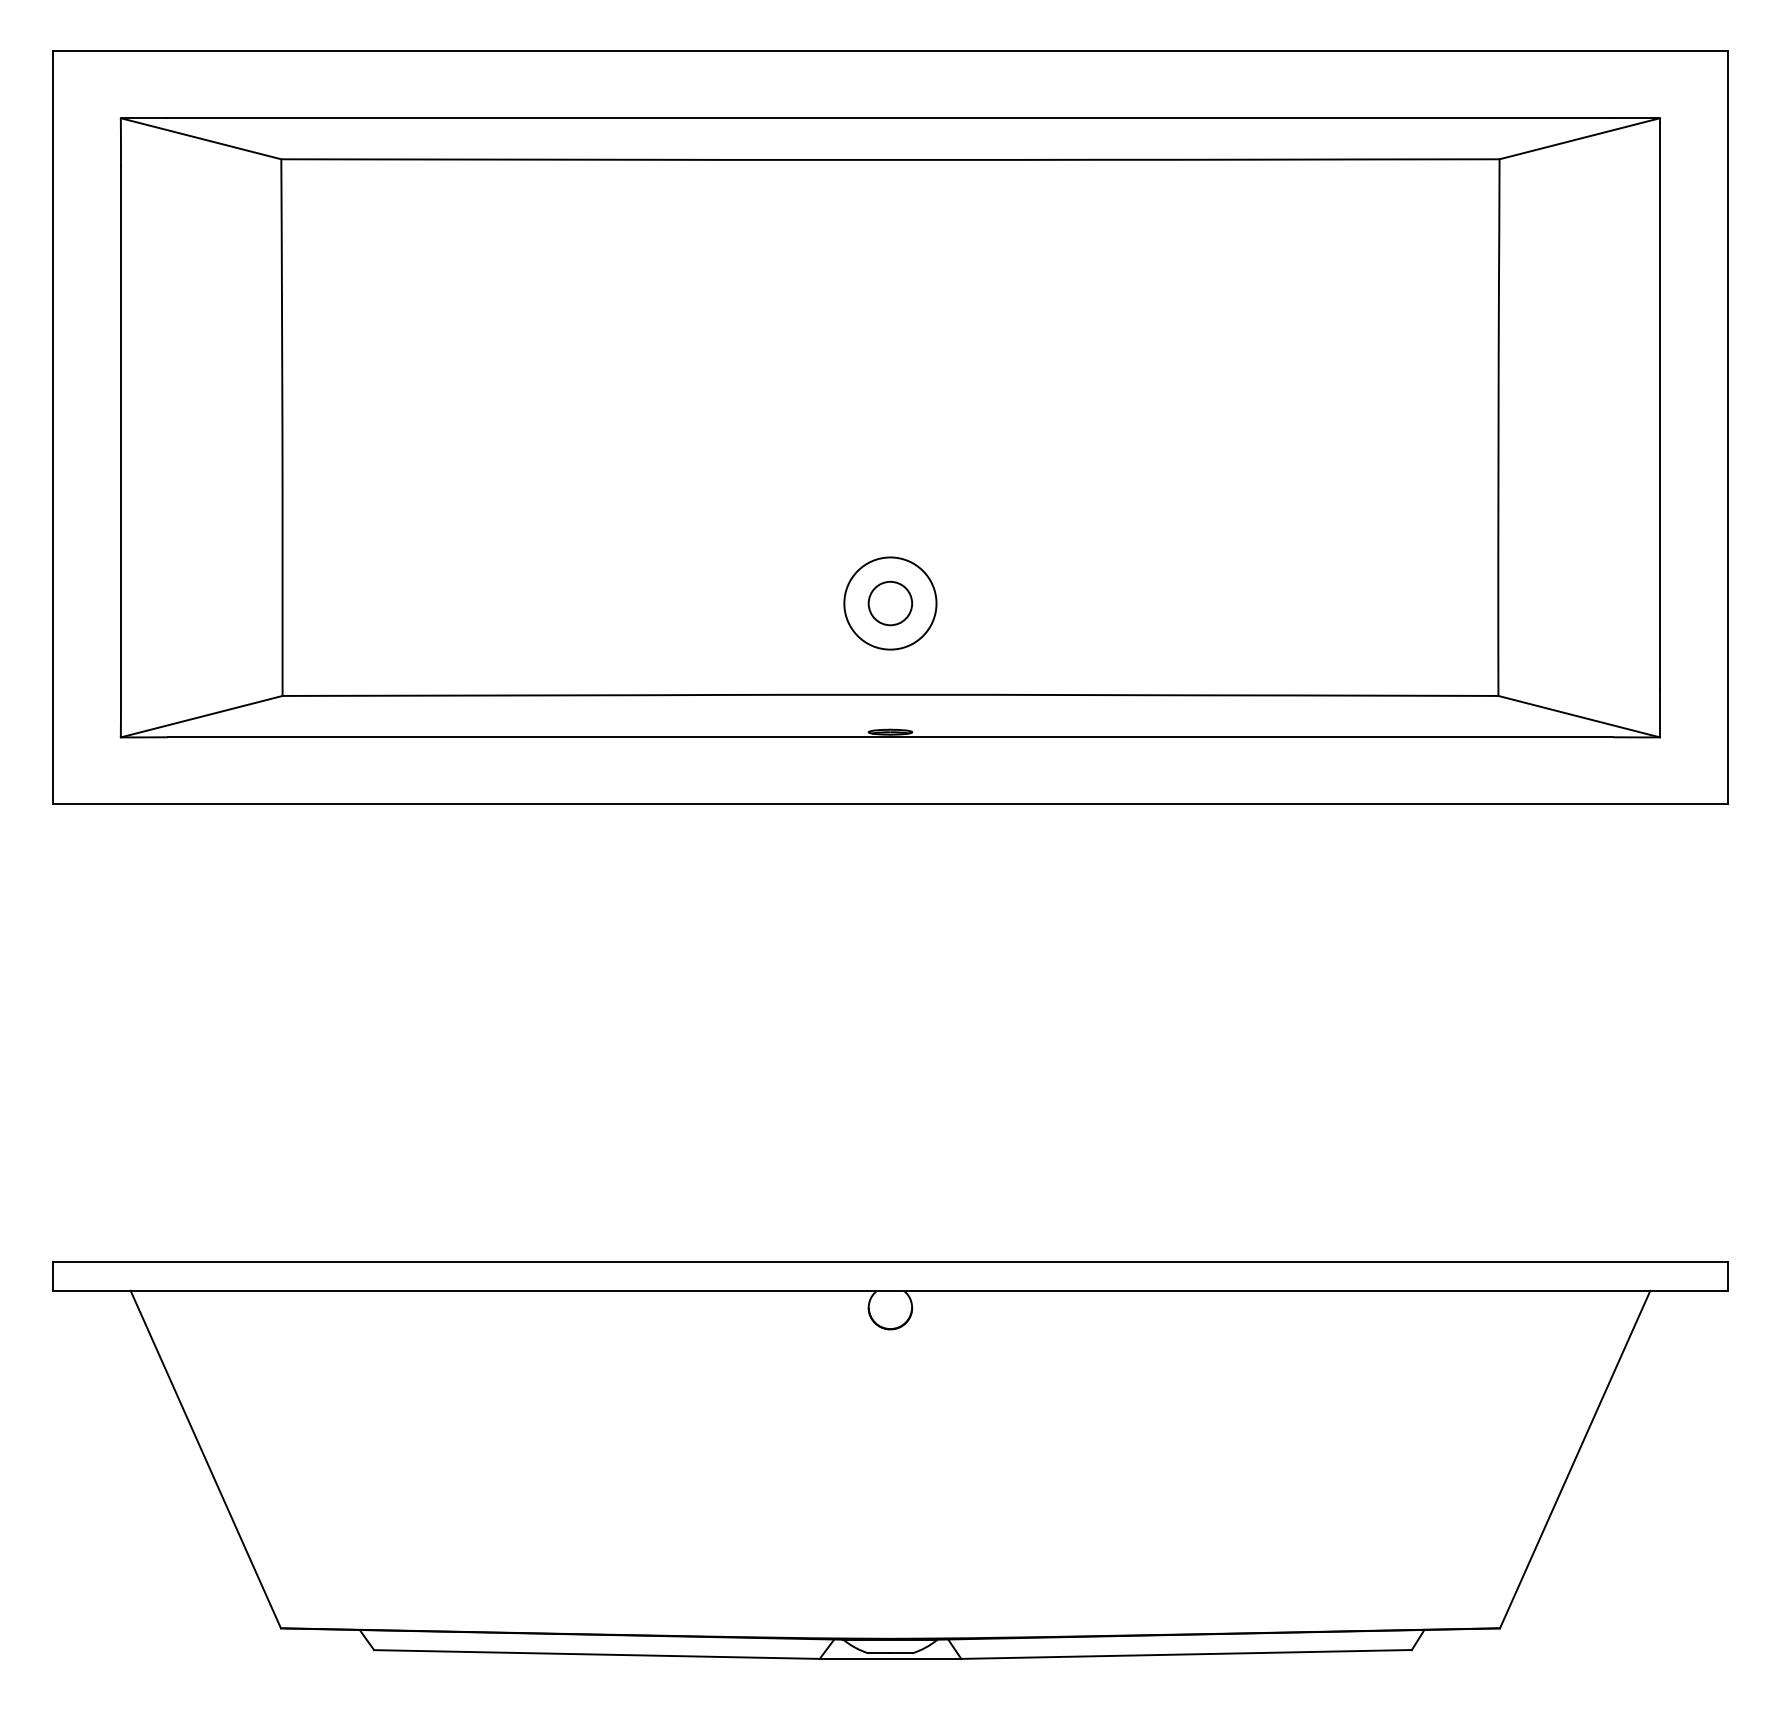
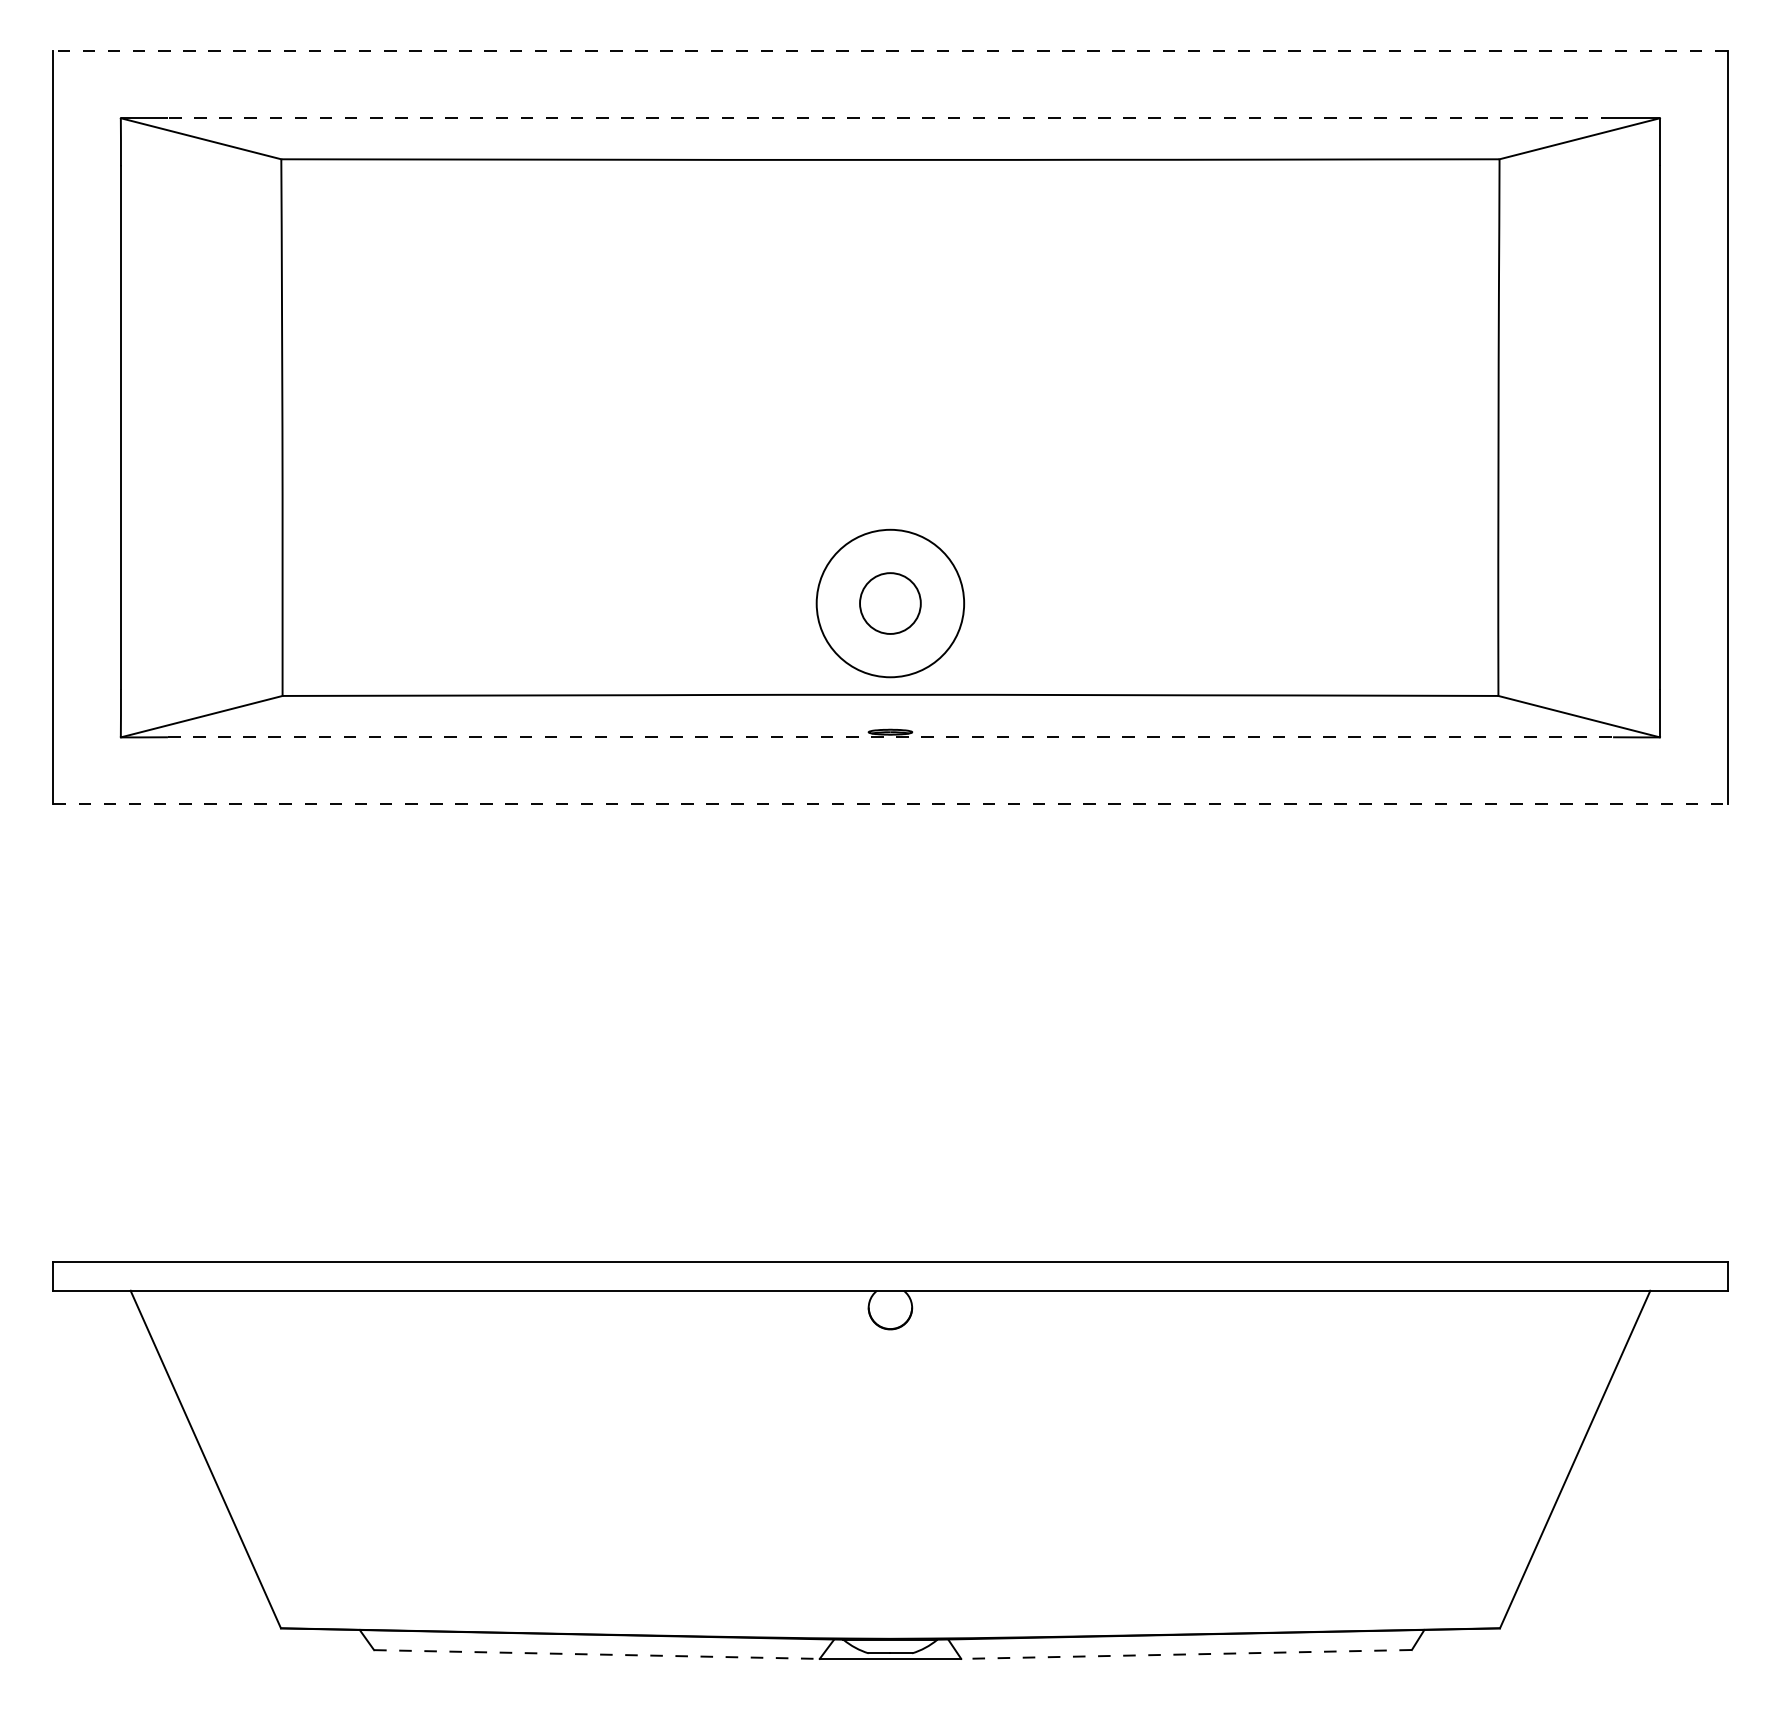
line at (890, 51): solid -> dashed
line at (890, 118): solid -> dashed
circle at (890, 603) diameter: 43 px -> 61 px
circle at (890, 603) diameter: 92 px -> 147 px
line at (890, 737): solid -> dashed
line at (891, 804): solid -> dashed
line at (596, 1654): solid -> dashed
line at (1186, 1654): solid -> dashed
